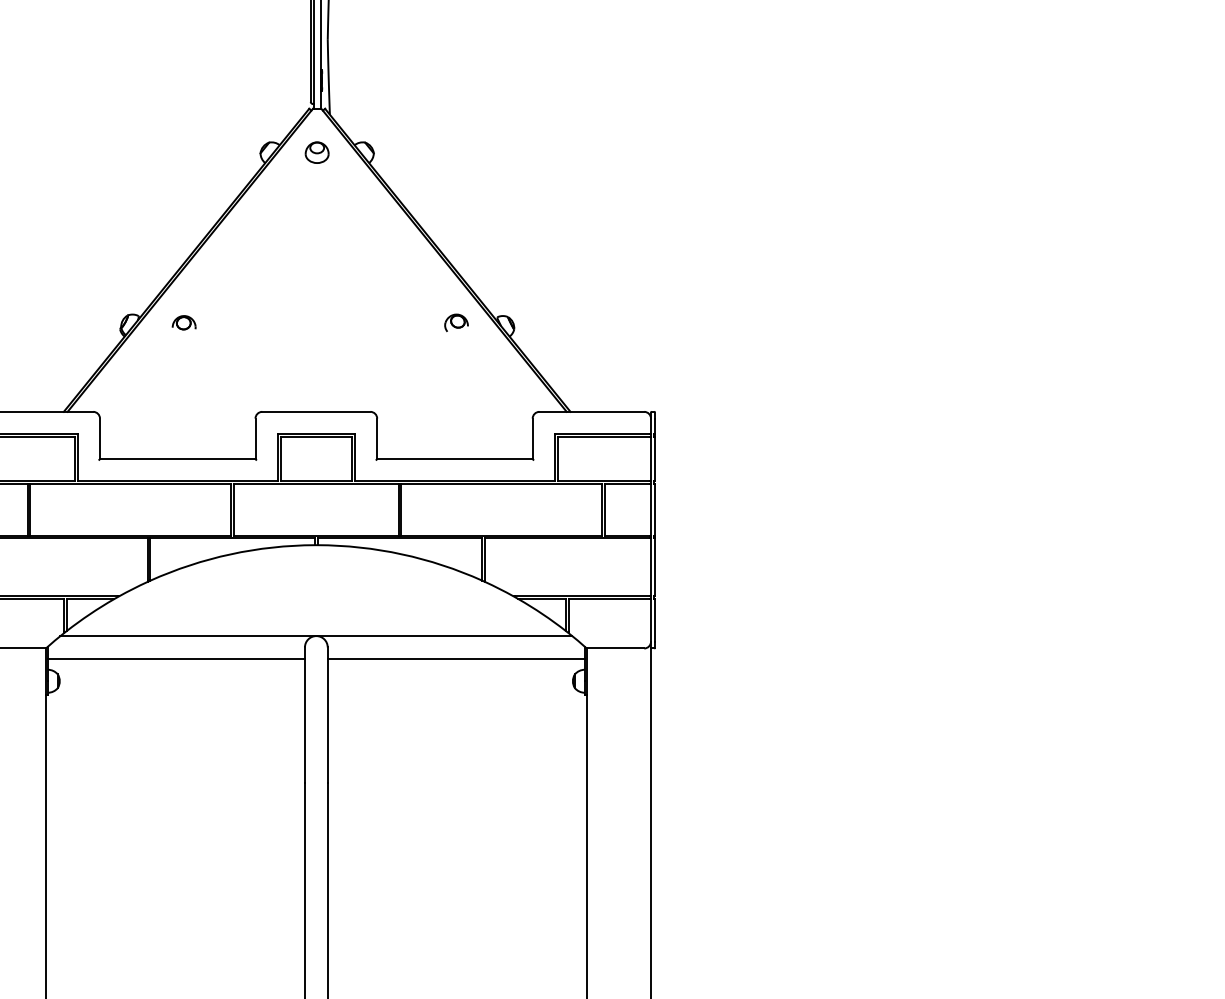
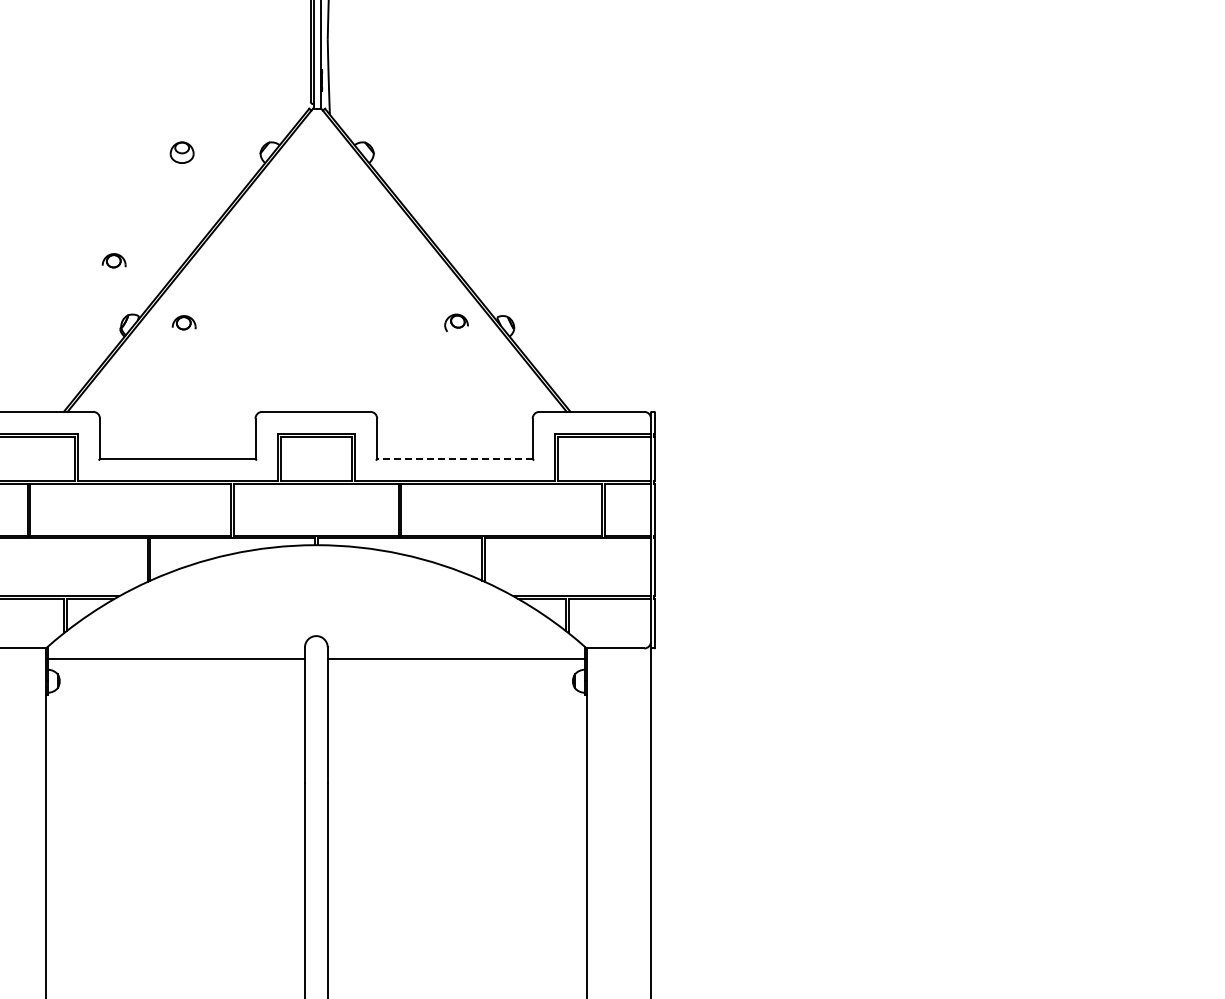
part at (316, 152) position: (316, 152) -> (181, 152)
part at (113, 260): none -> present
line at (454, 459): solid -> dashed
line at (316, 636): present -> none
